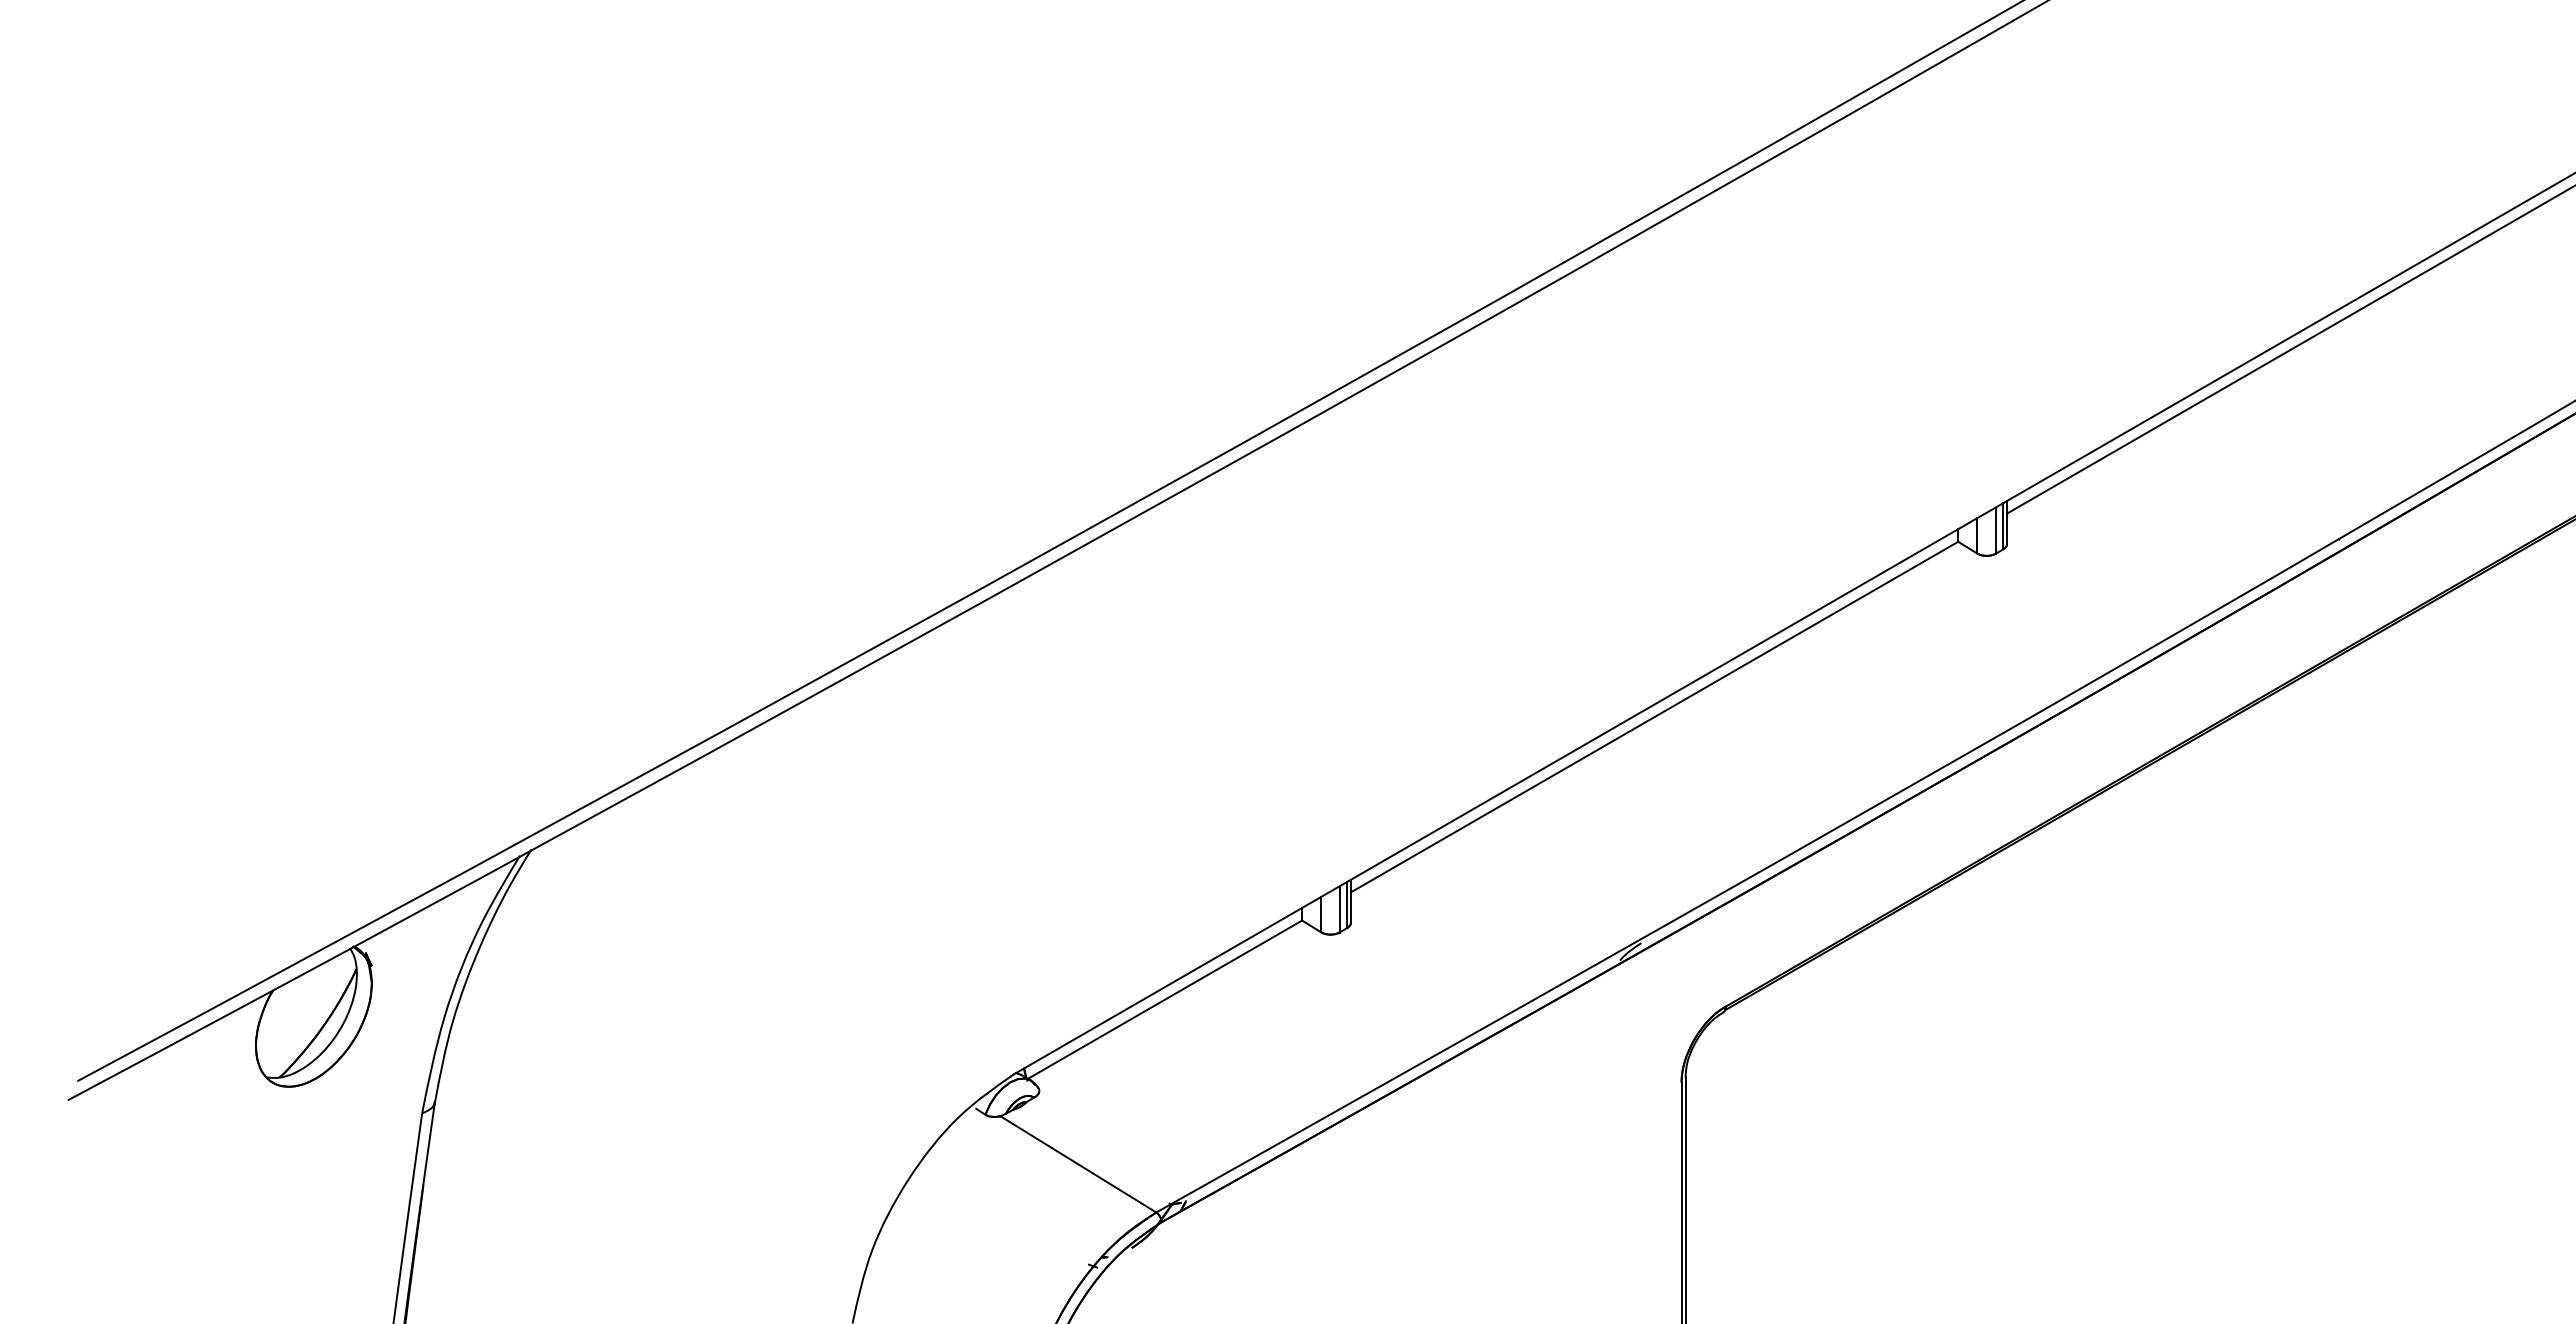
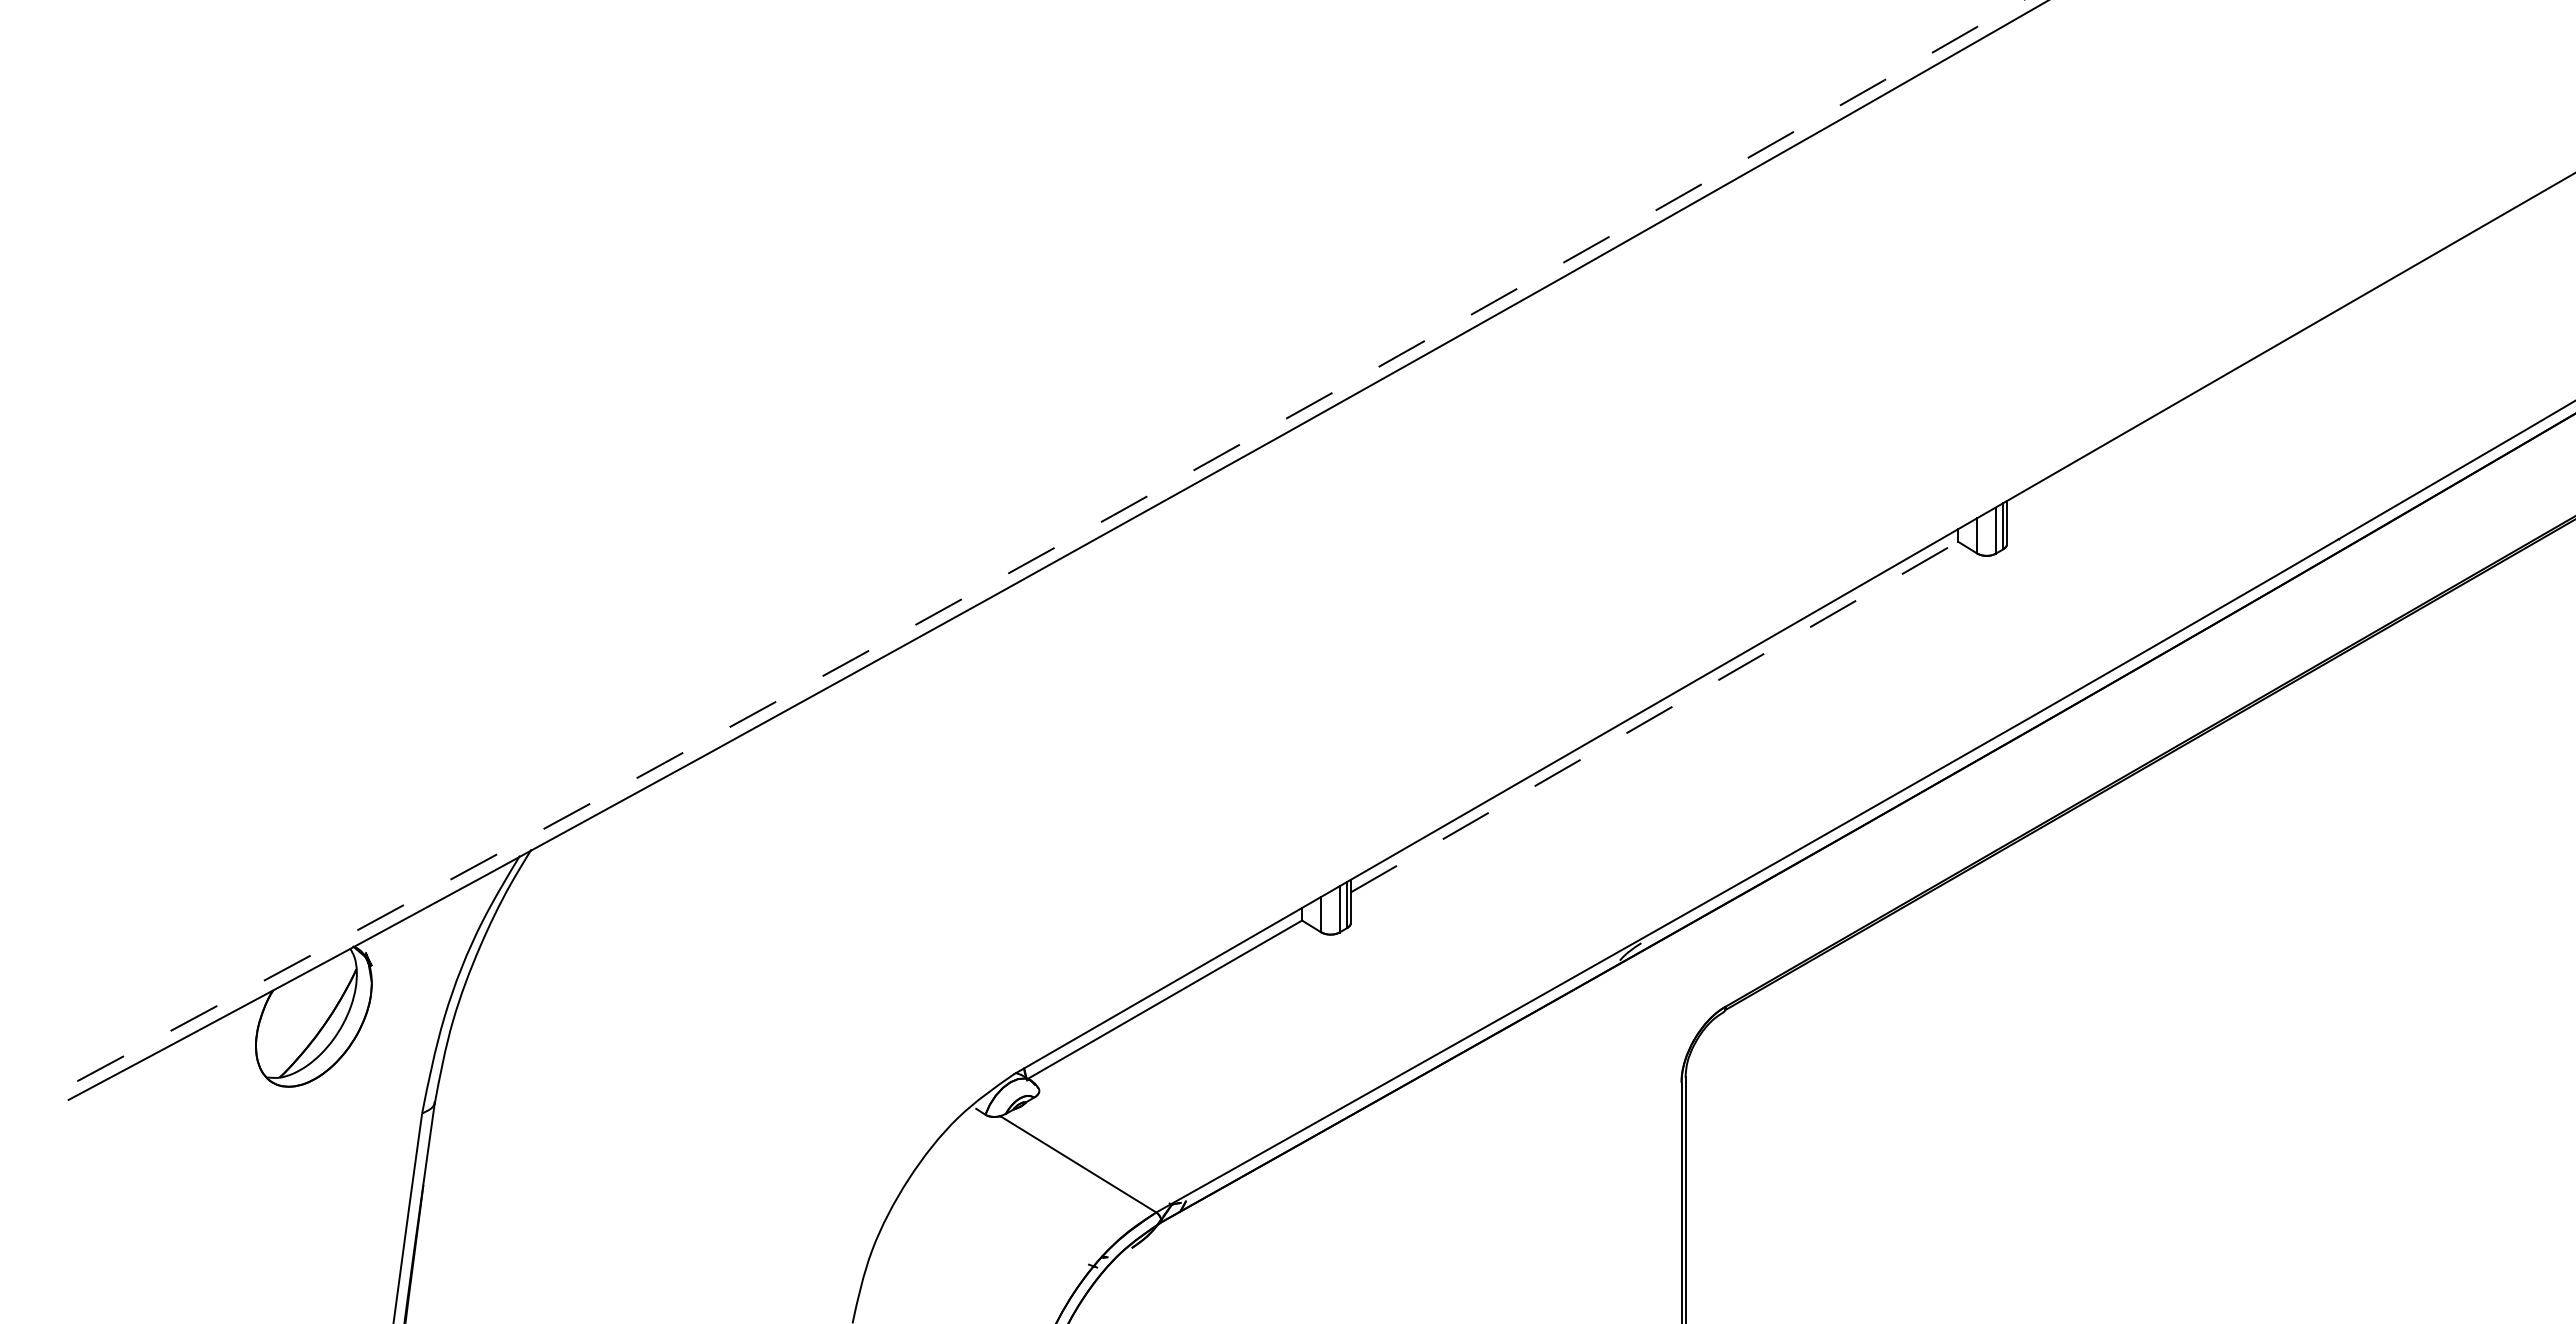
line at (2289, 350): present -> none
arc at (1054, 547): solid -> dashed
line at (1654, 717): solid -> dashed
